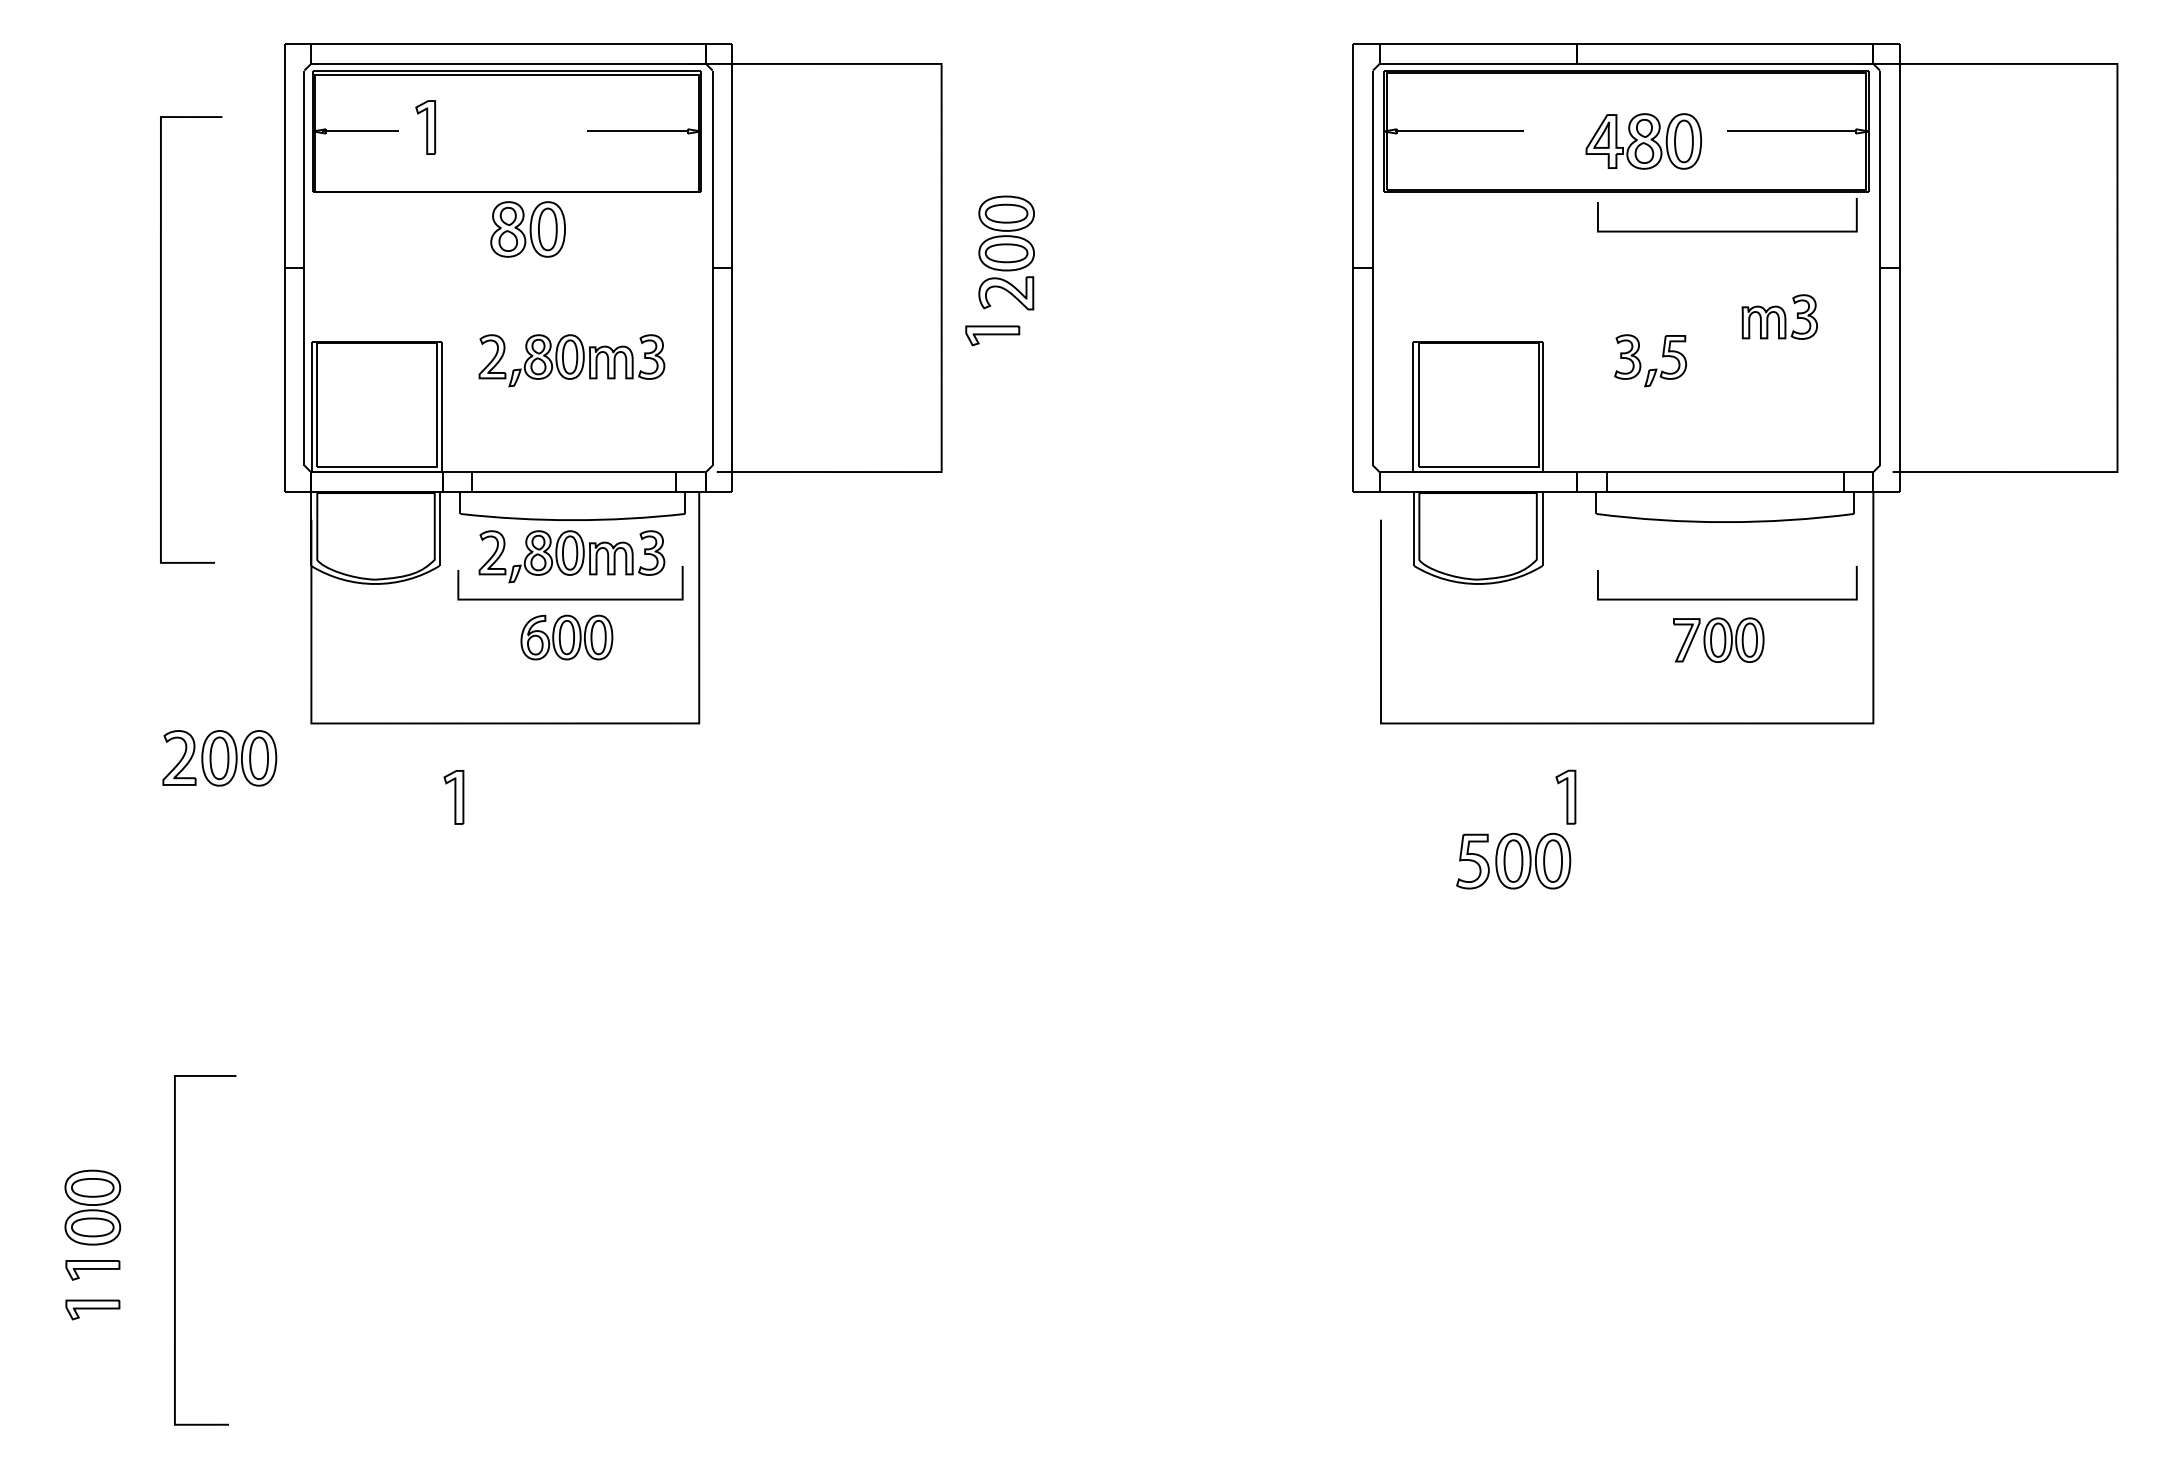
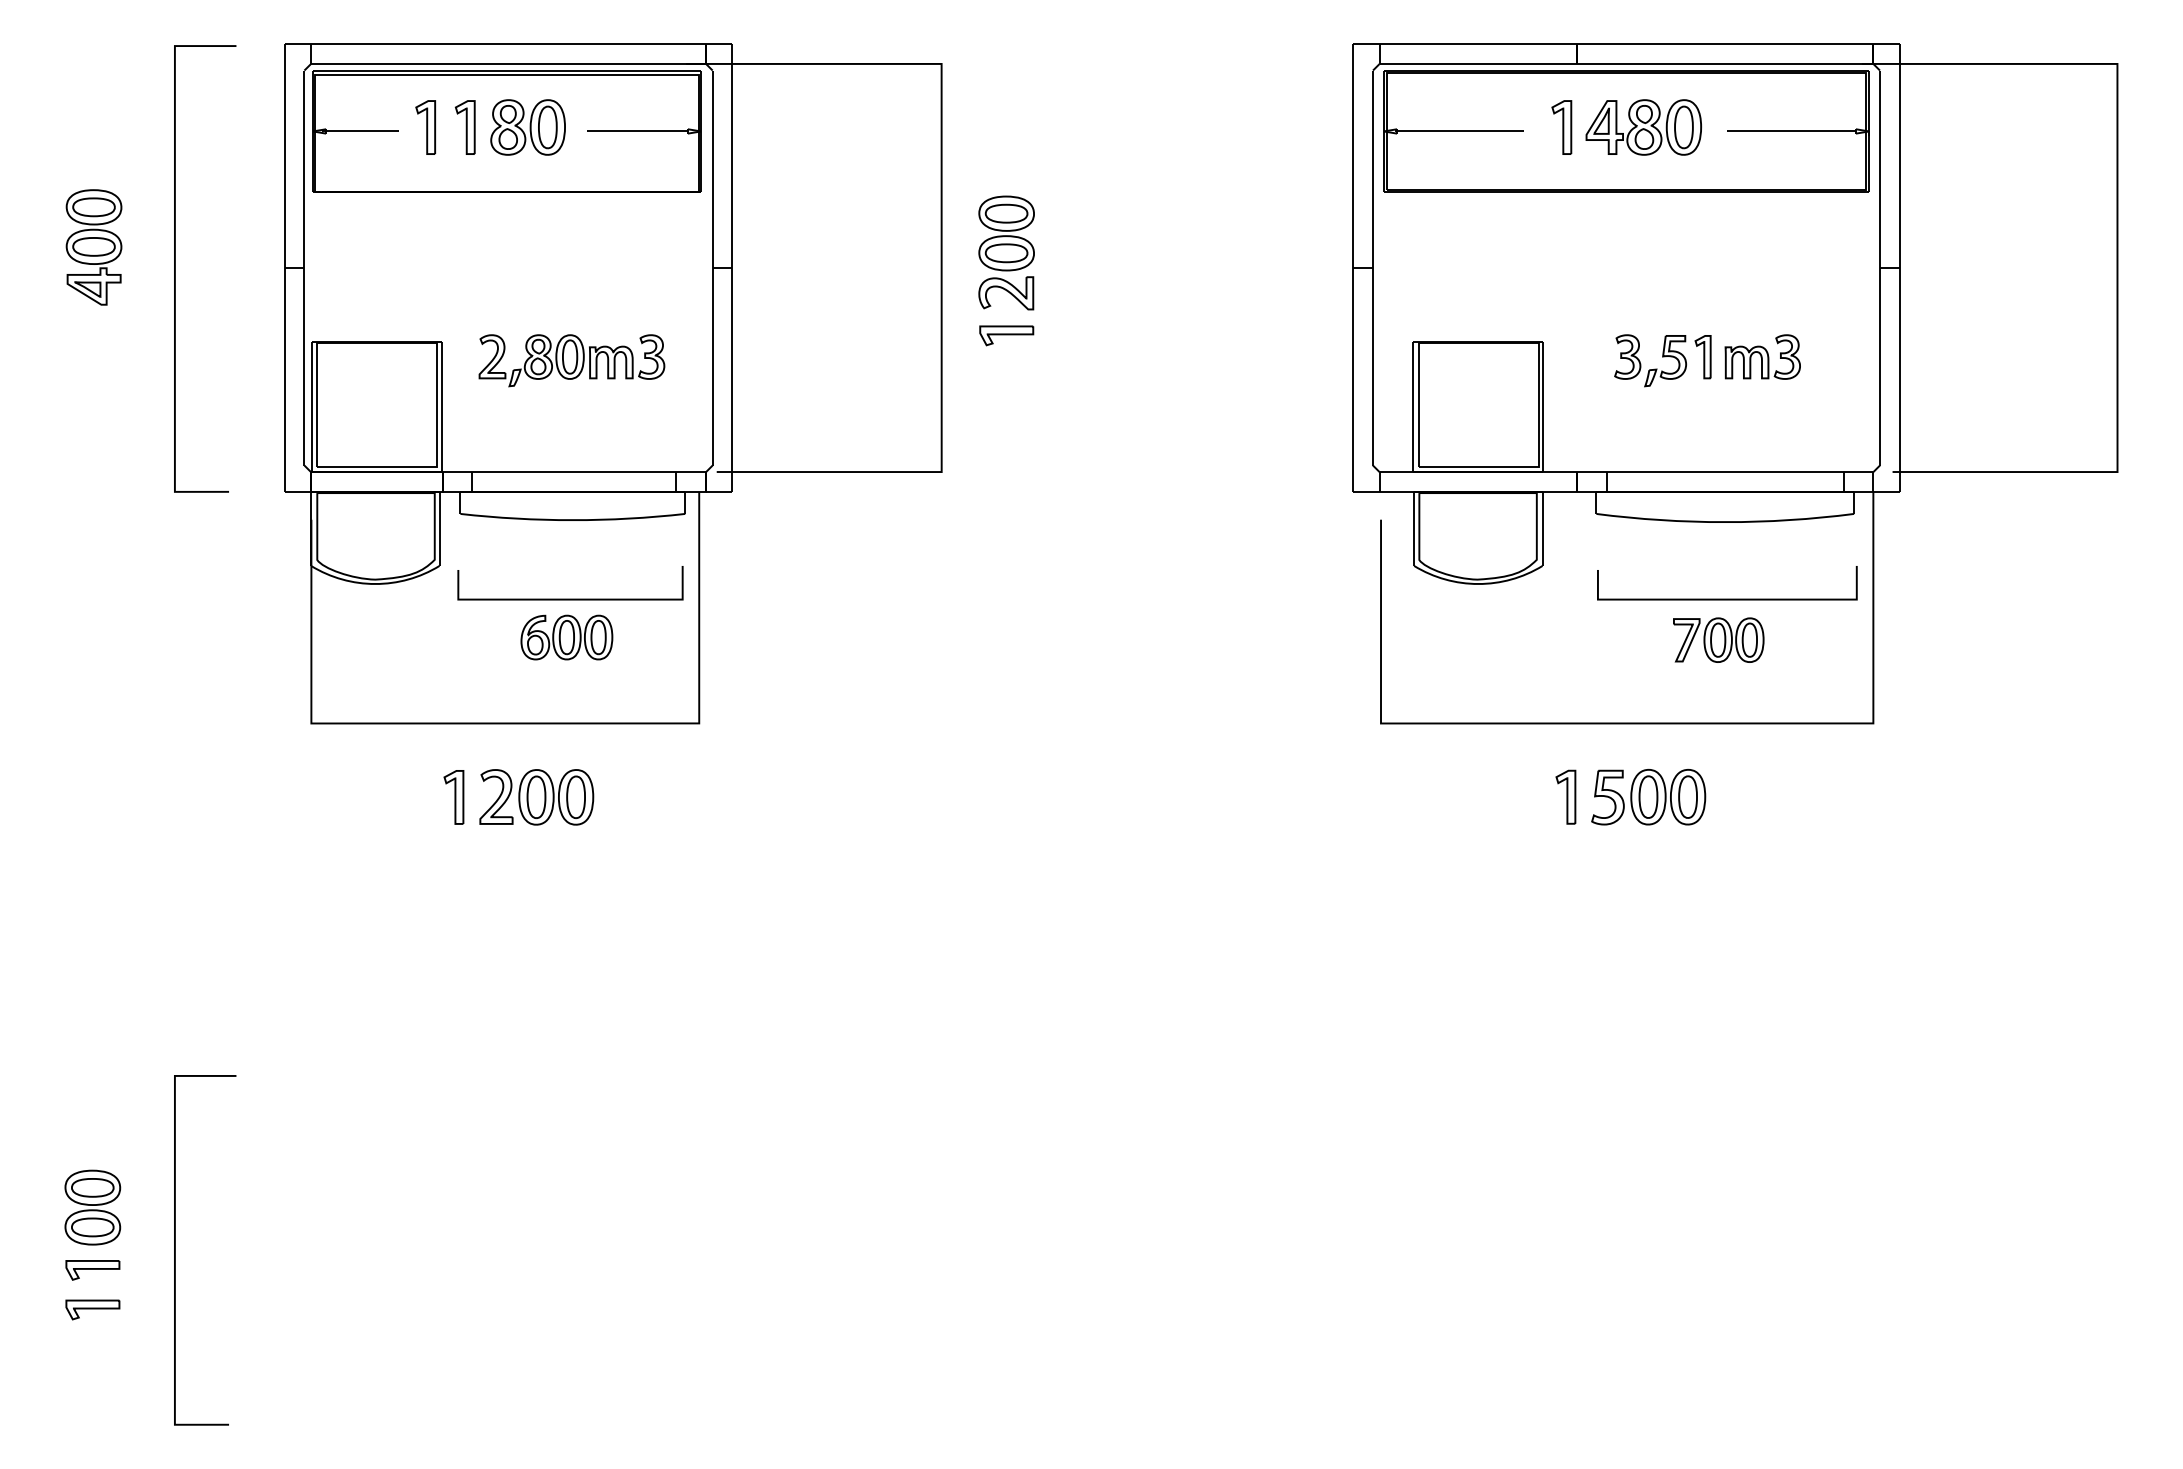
part at (464, 127): none -> present
part at (1561, 127): none -> present
part at (1643, 141) position: (1643, 141) -> (1643, 127)
part at (527, 229) position: (527, 229) -> (527, 127)
curve at (1727, 230): present -> none
part at (93, 247): none -> present
part at (1779, 316) position: (1779, 316) -> (1762, 356)
part at (992, 335) position: (992, 335) -> (1006, 335)
curve at (161, 339) position: (161, 339) -> (175, 268)
part at (1702, 357): none -> present
part at (571, 556): present -> none
part at (219, 758) position: (219, 758) -> (536, 797)
part at (1513, 861) position: (1513, 861) -> (1648, 797)
